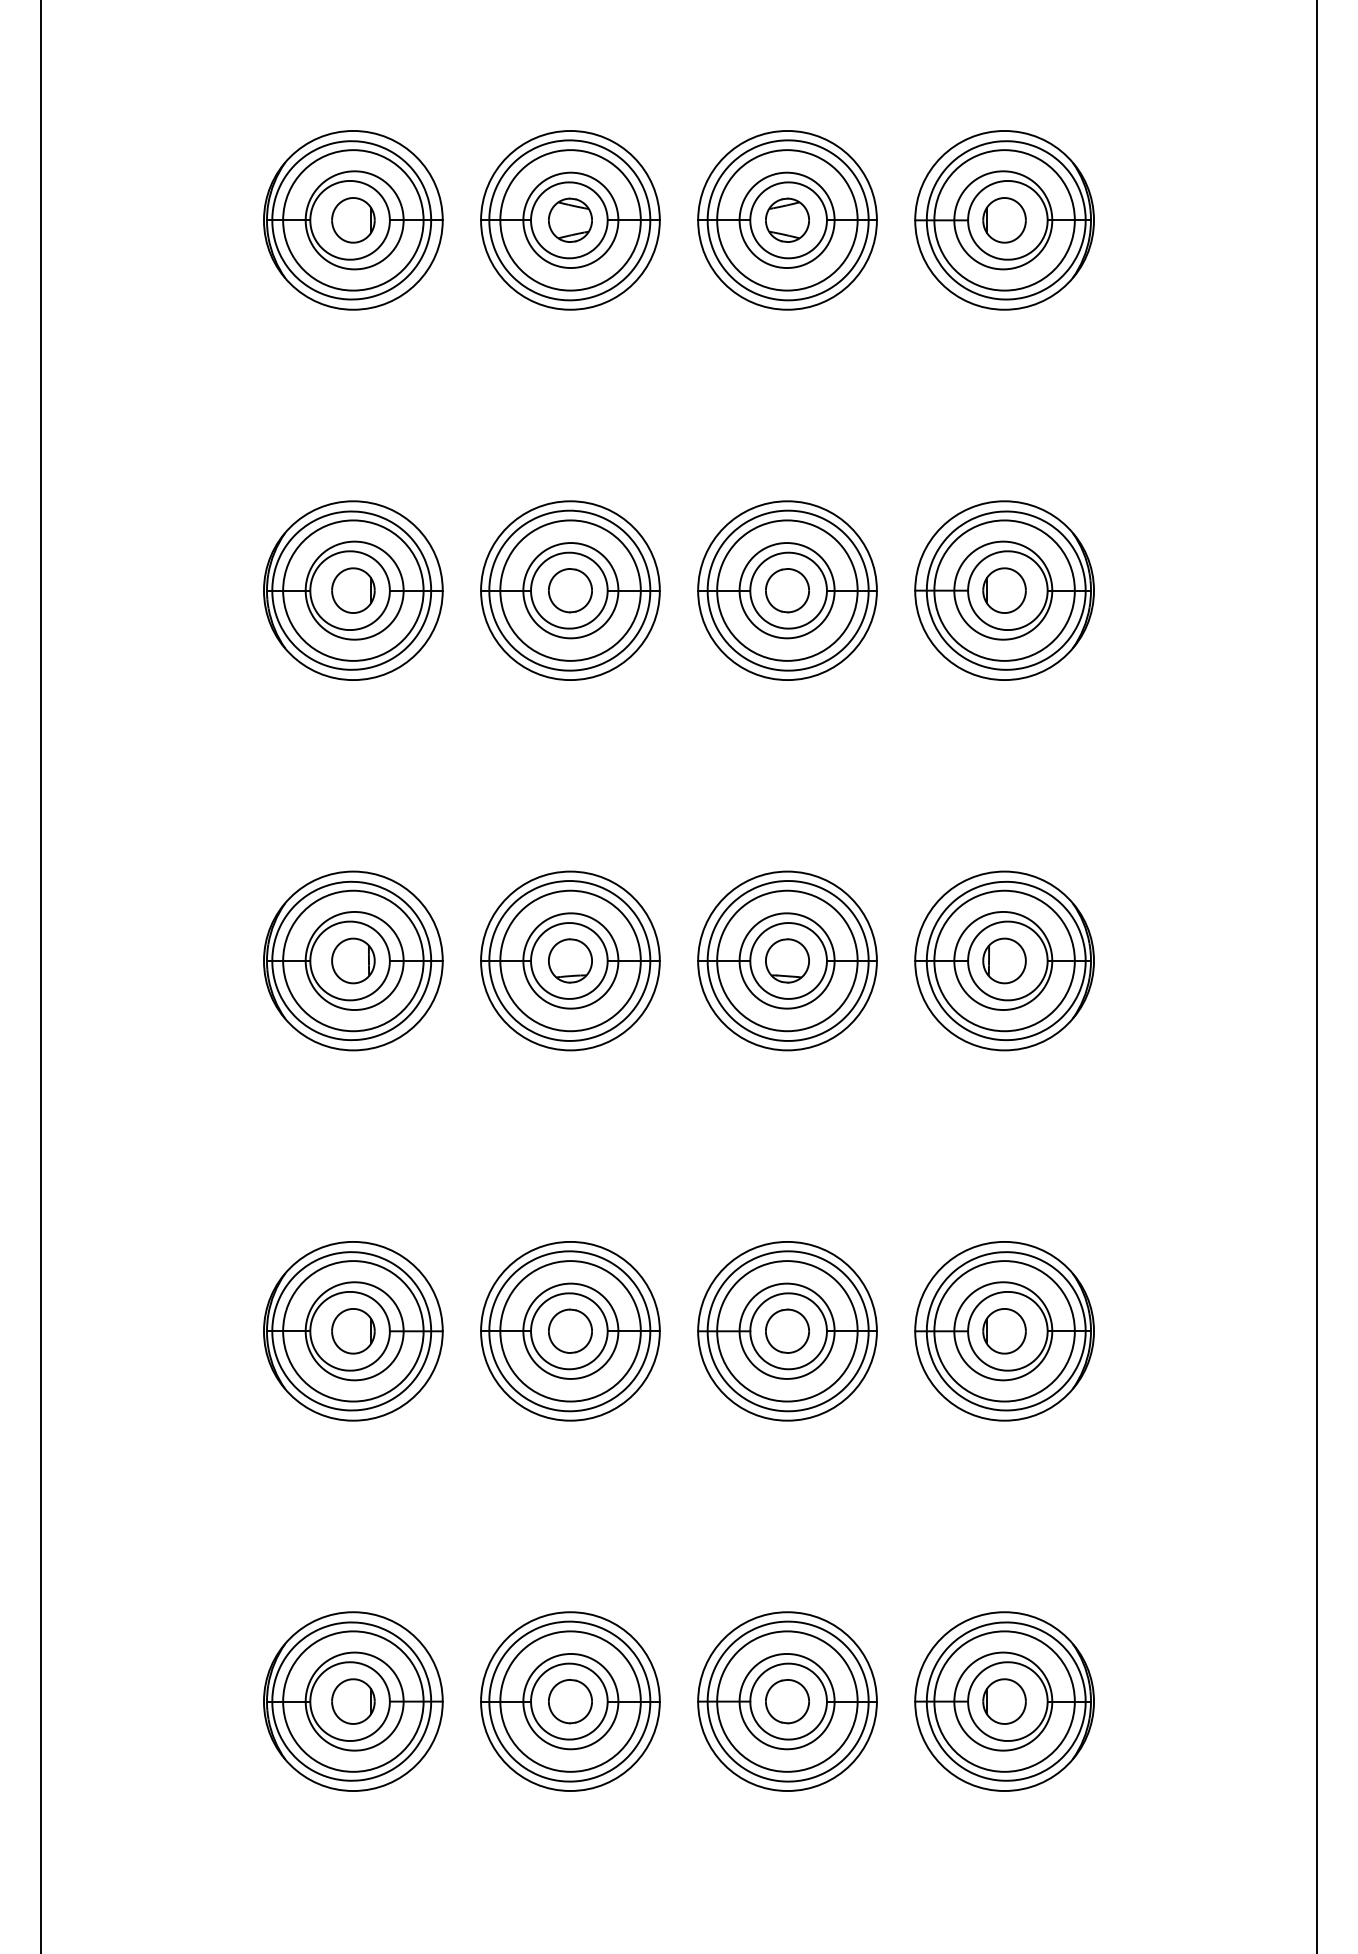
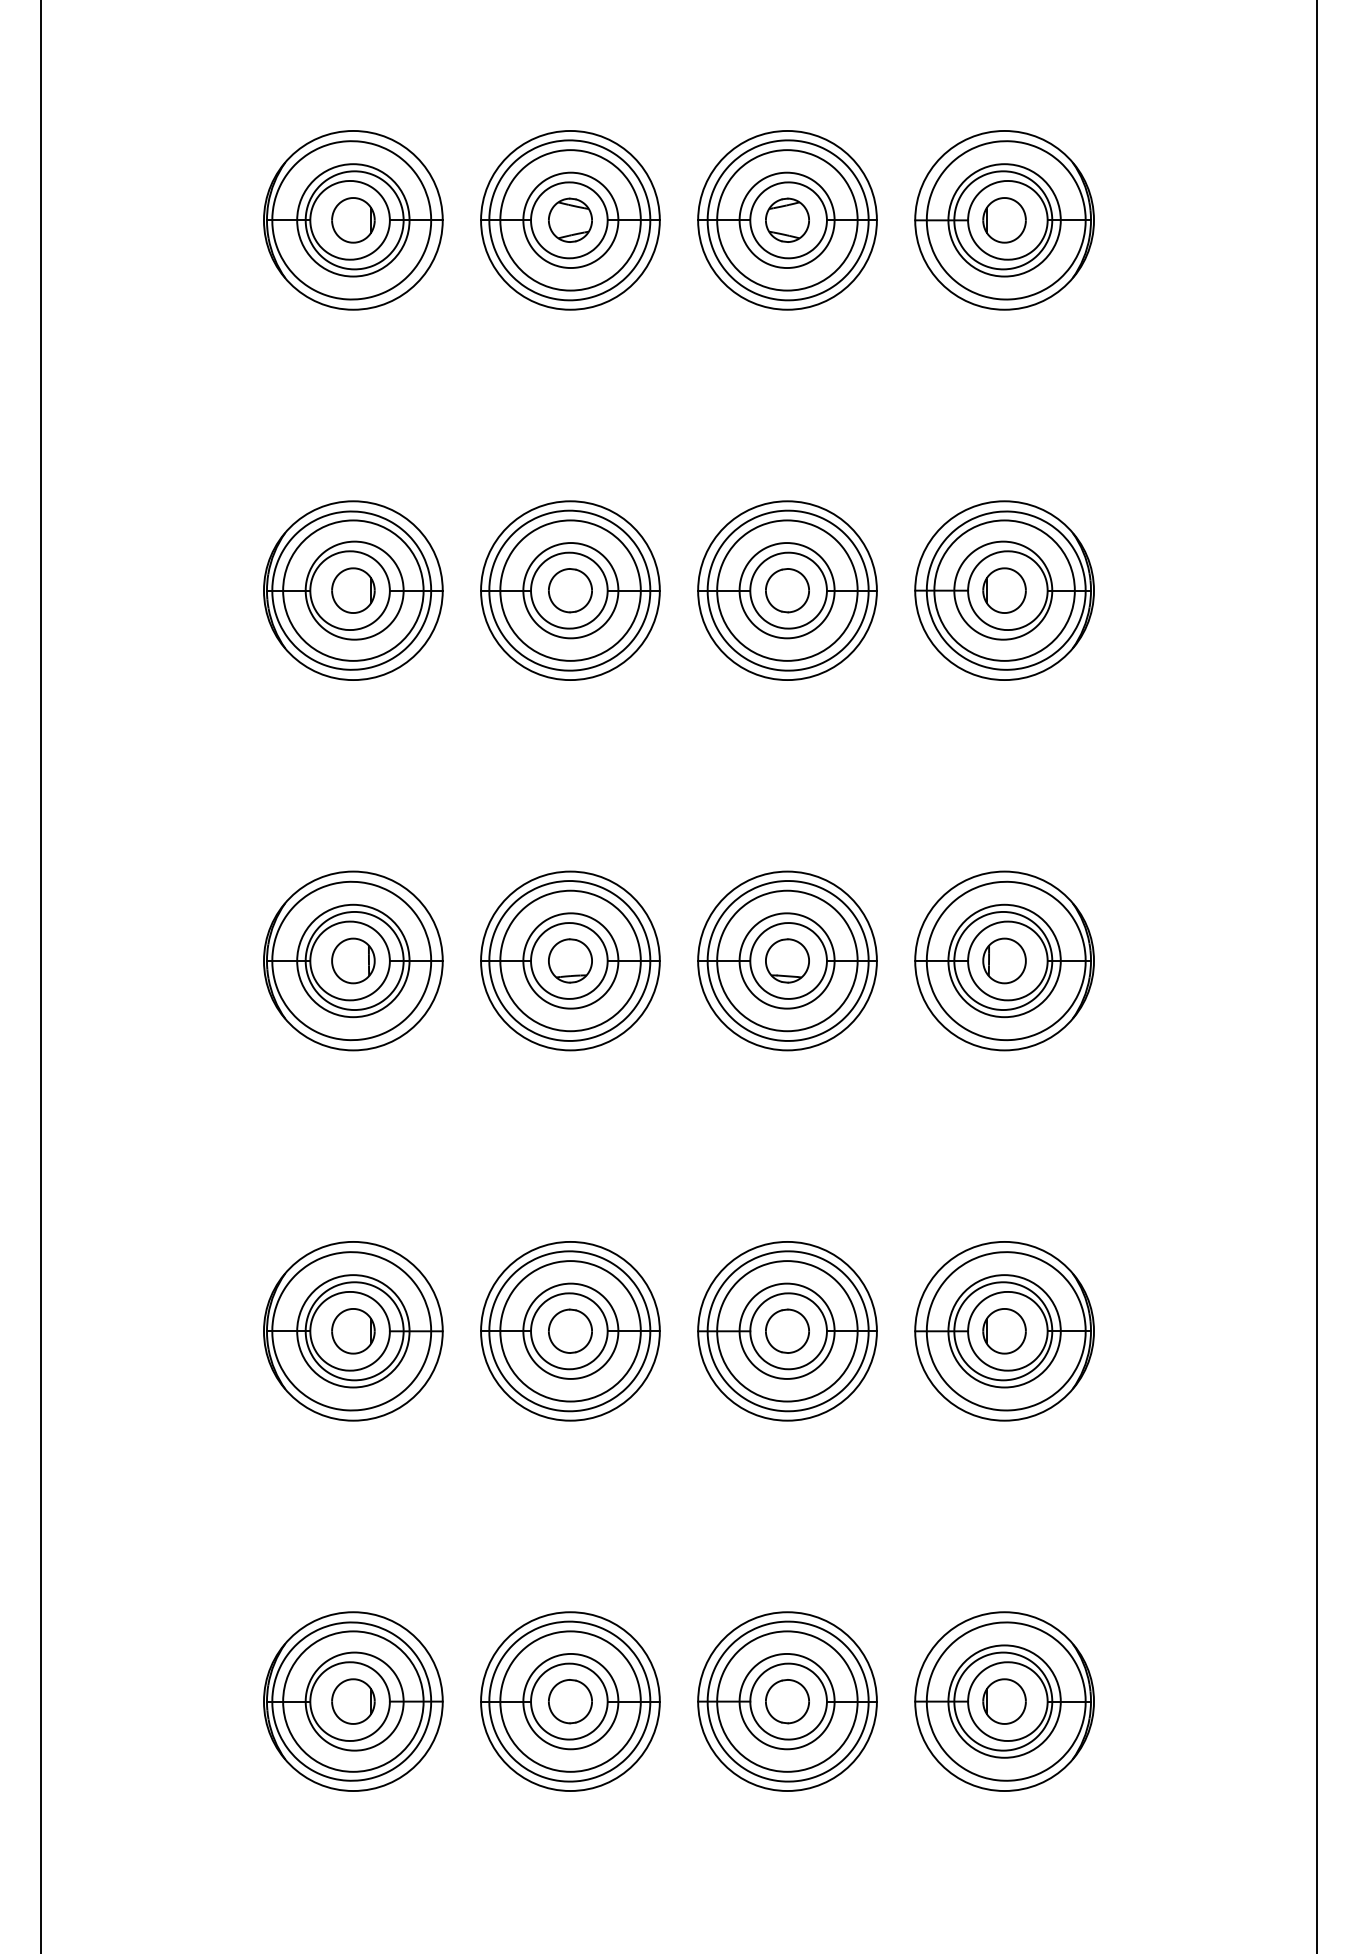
circle at (353, 220) diameter: 140 px -> 112 px
circle at (1004, 220) diameter: 140 px -> 112 px
circle at (353, 960) diameter: 140 px -> 112 px
circle at (1004, 960) diameter: 140 px -> 112 px
circle at (353, 1331) diameter: 140 px -> 112 px
circle at (1004, 1331) diameter: 140 px -> 112 px
circle at (1004, 1701) diameter: 140 px -> 112 px
